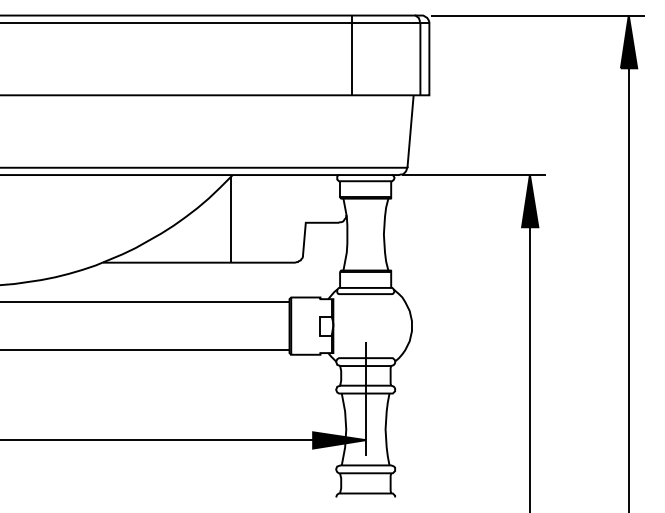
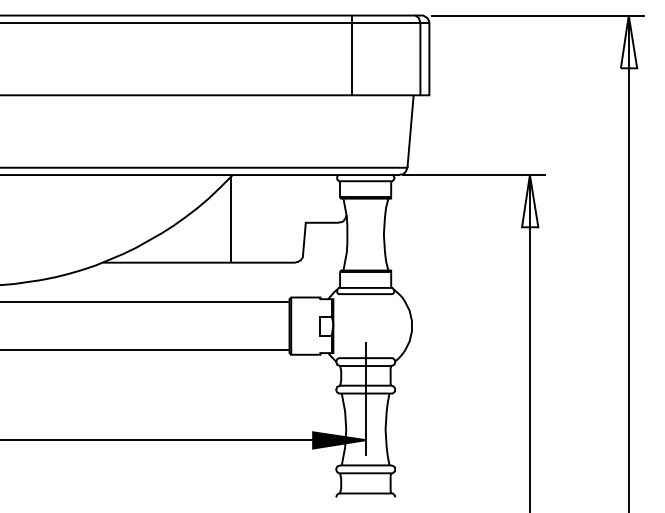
fill at (628, 41): present -> none
fill at (530, 201): present -> none
